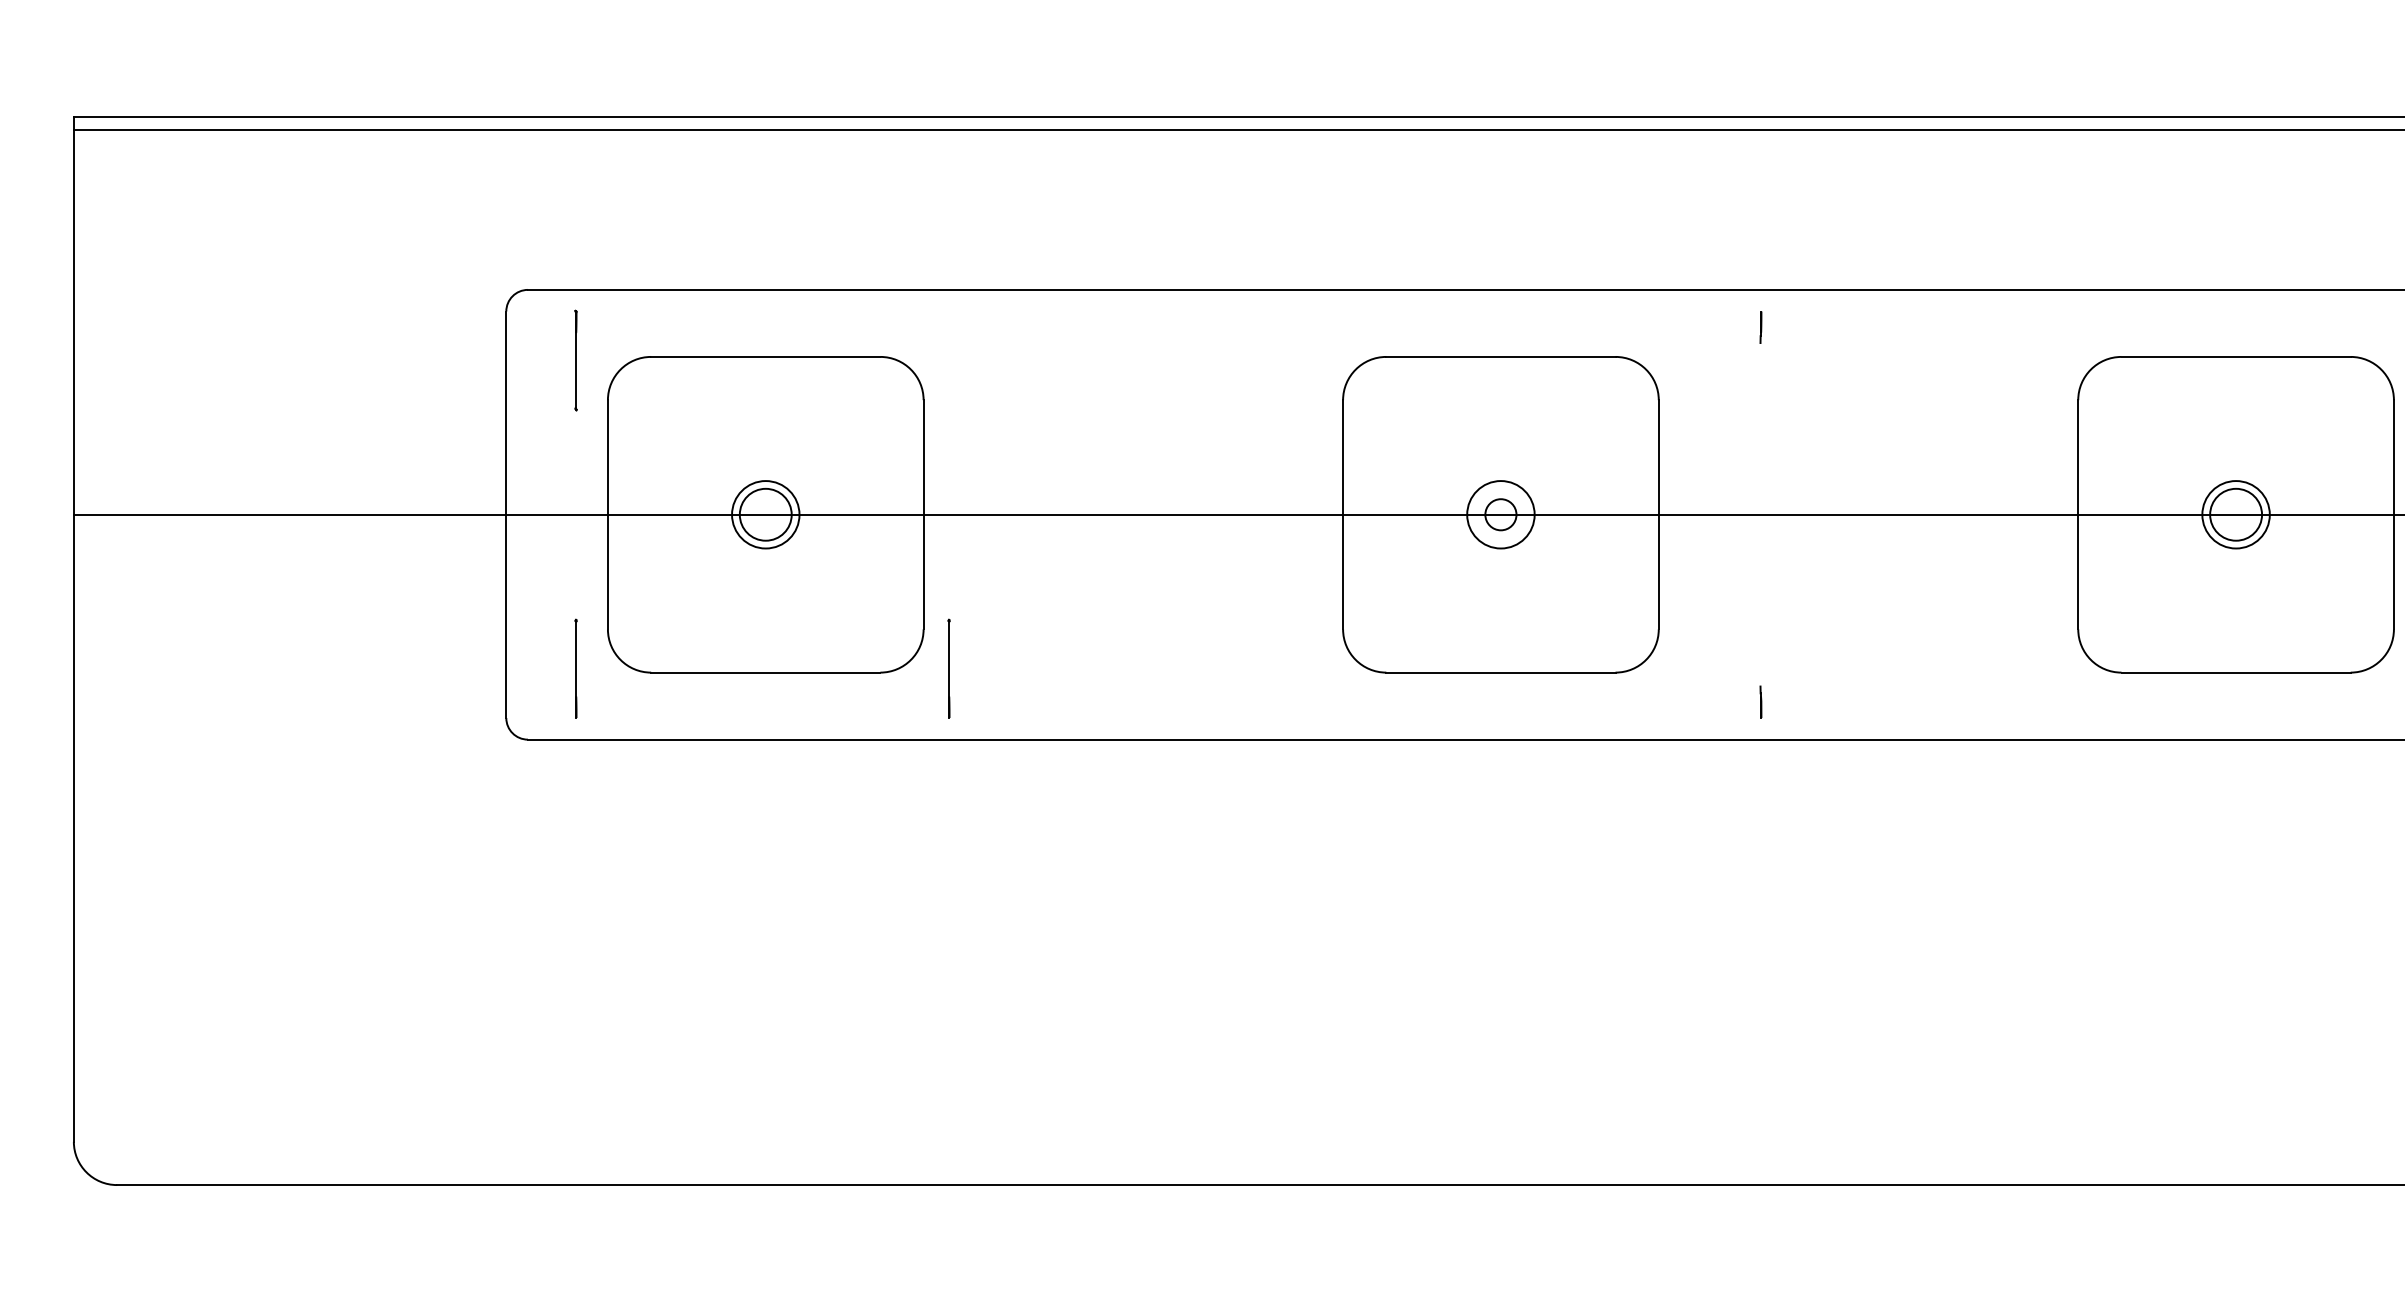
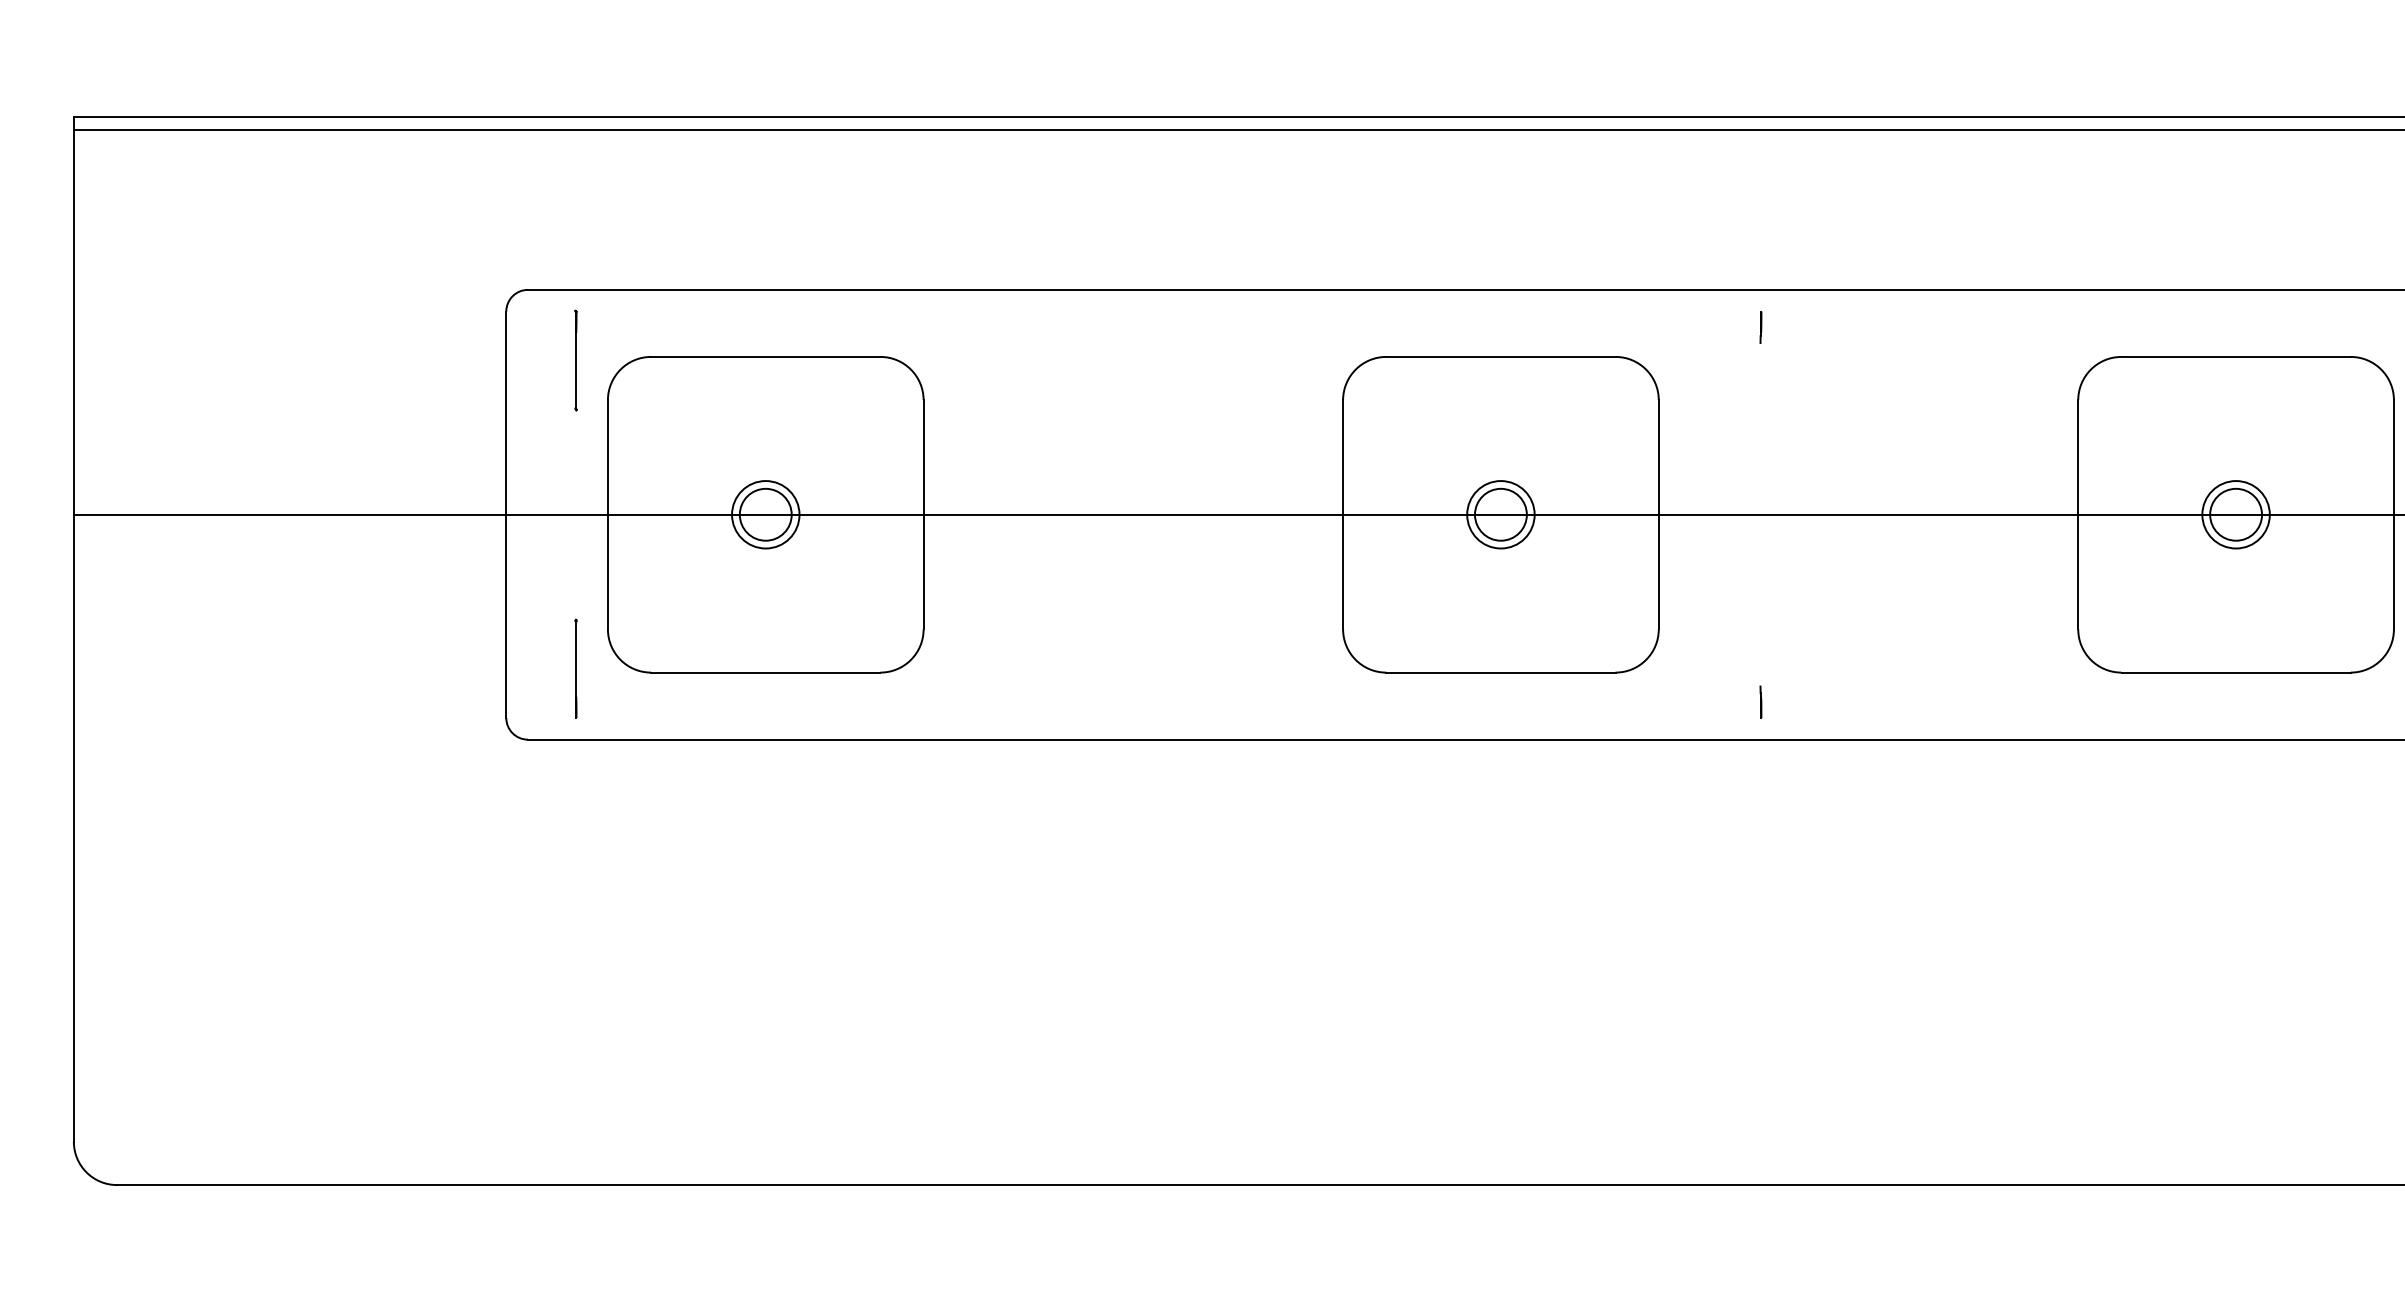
circle at (1500, 514) diameter: 31 px -> 52 px
part at (948, 668): present -> none
